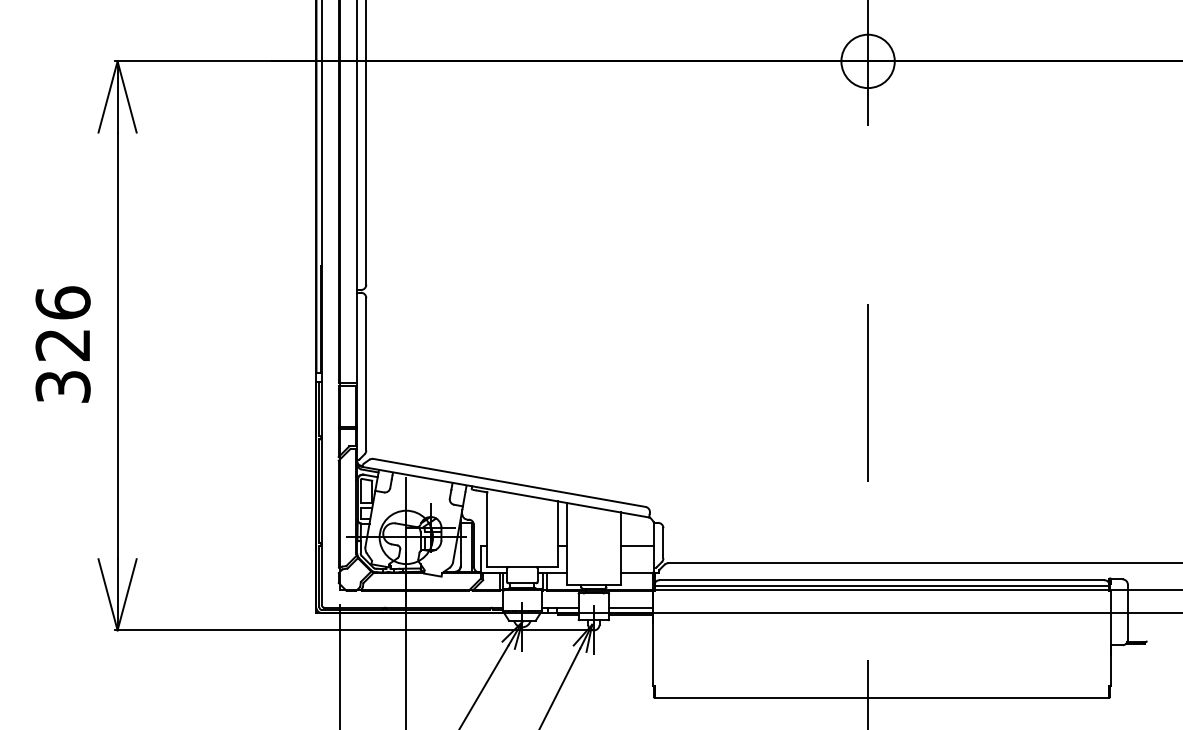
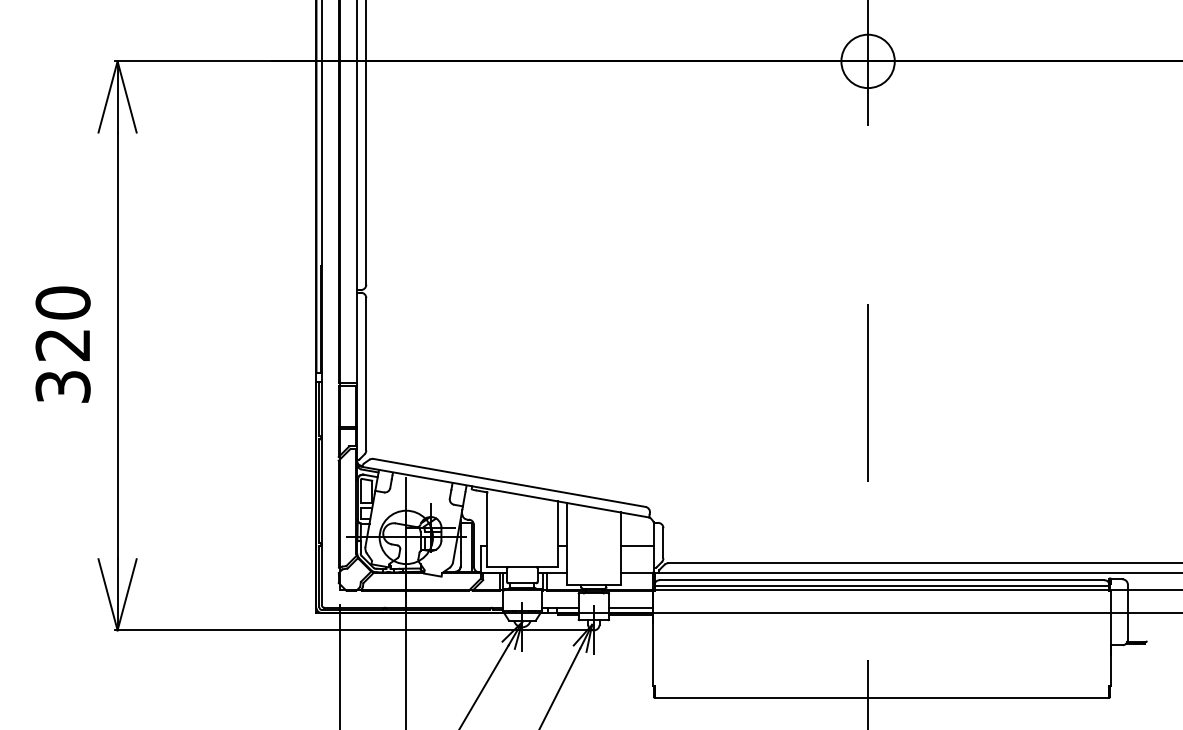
text at (62, 302): 326 -> 320
line at (919, 573): none -> present
